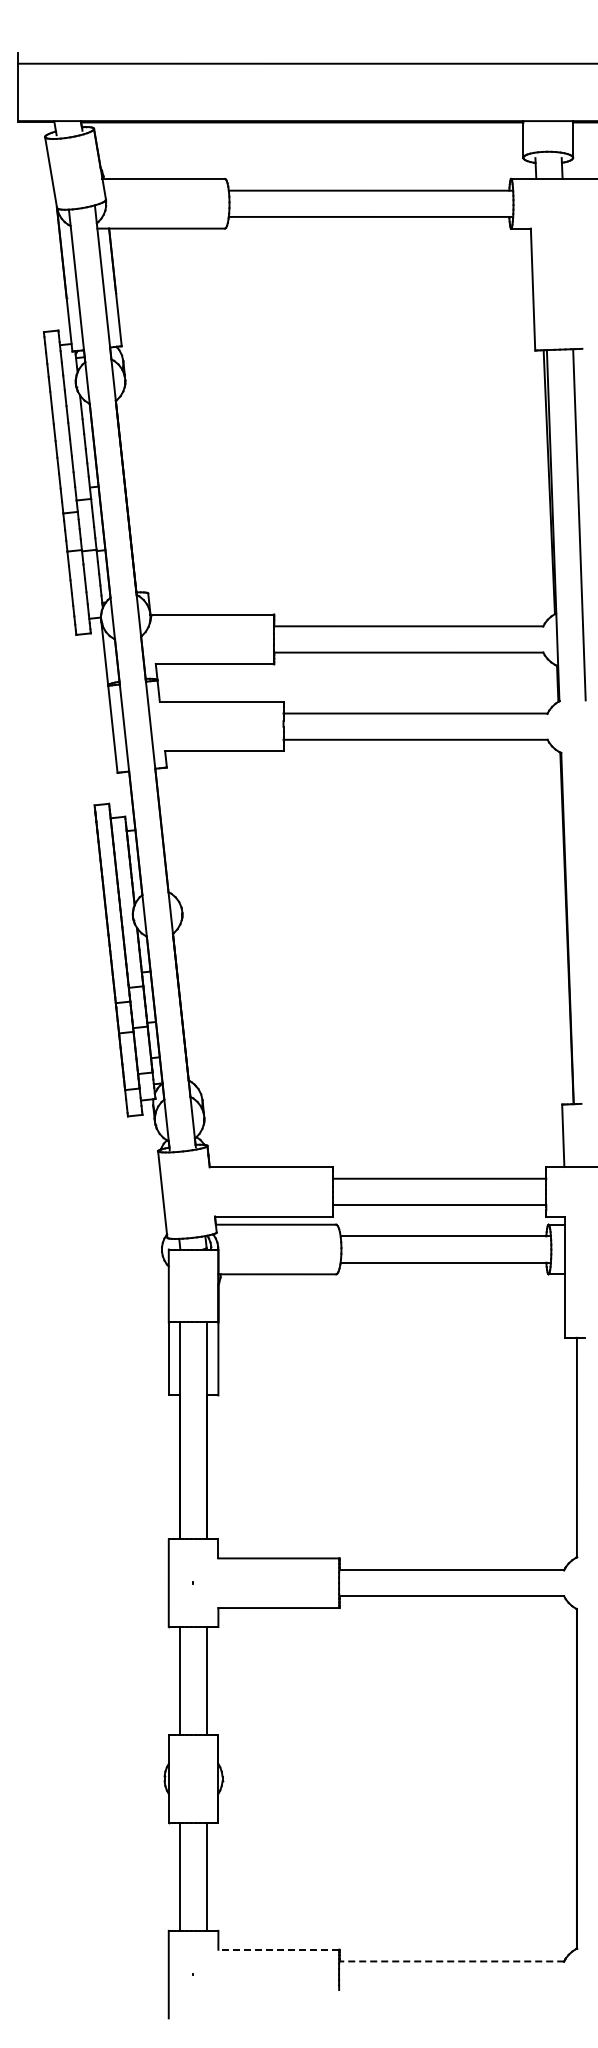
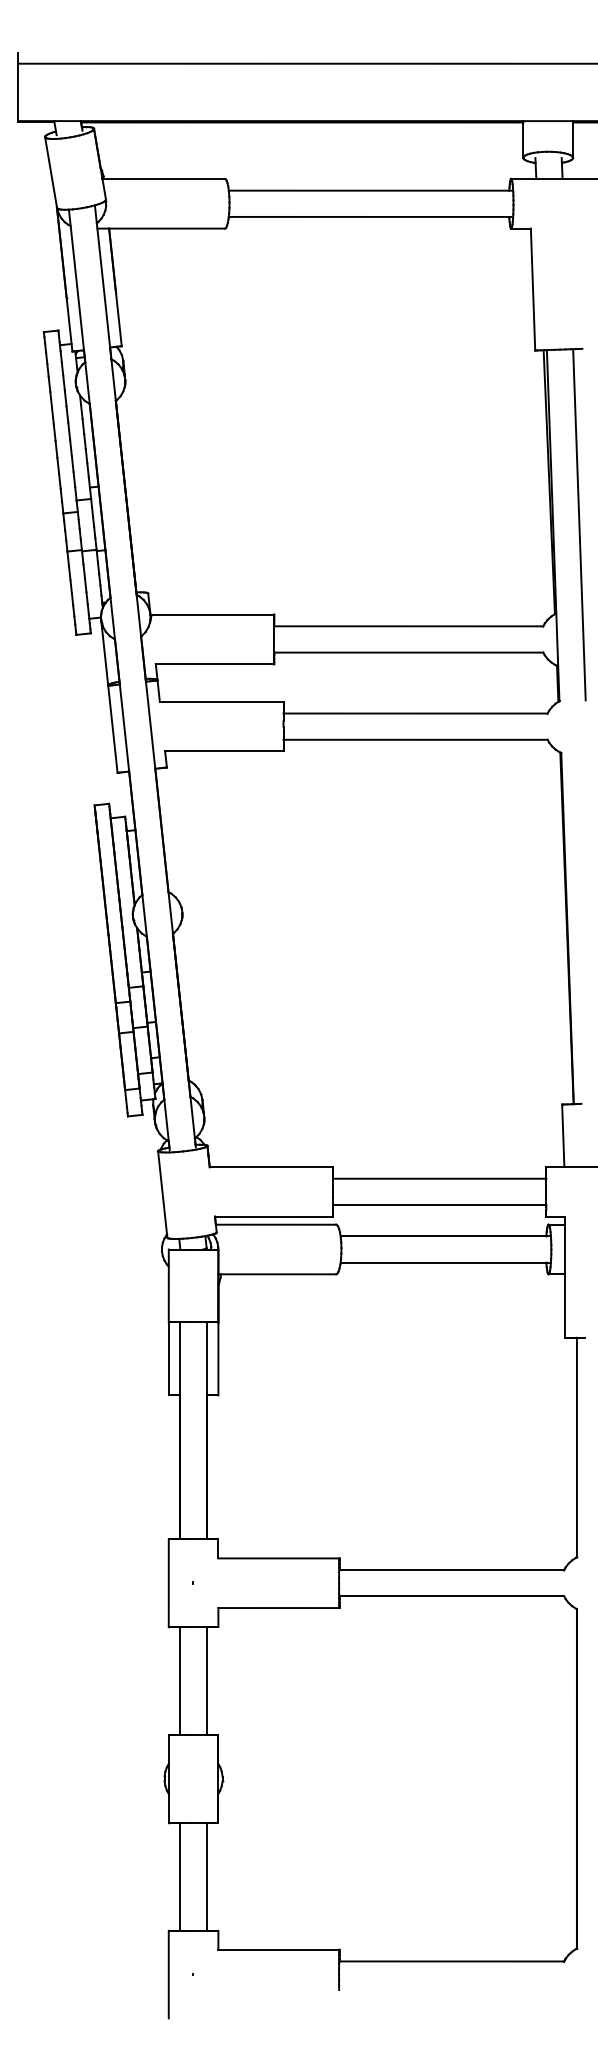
line at (278, 1949): dashed -> solid
line at (451, 1961): dashed -> solid
